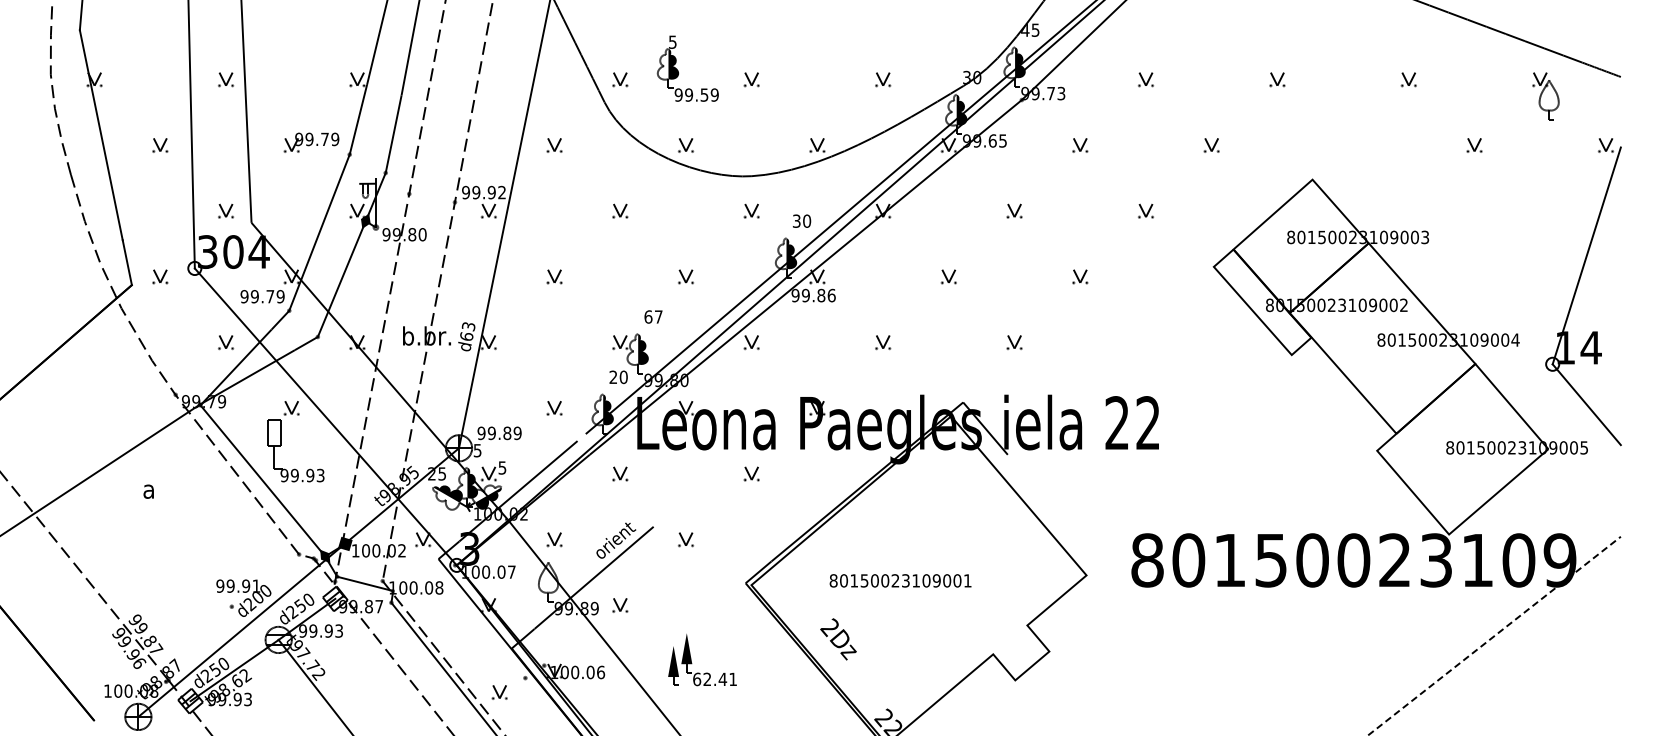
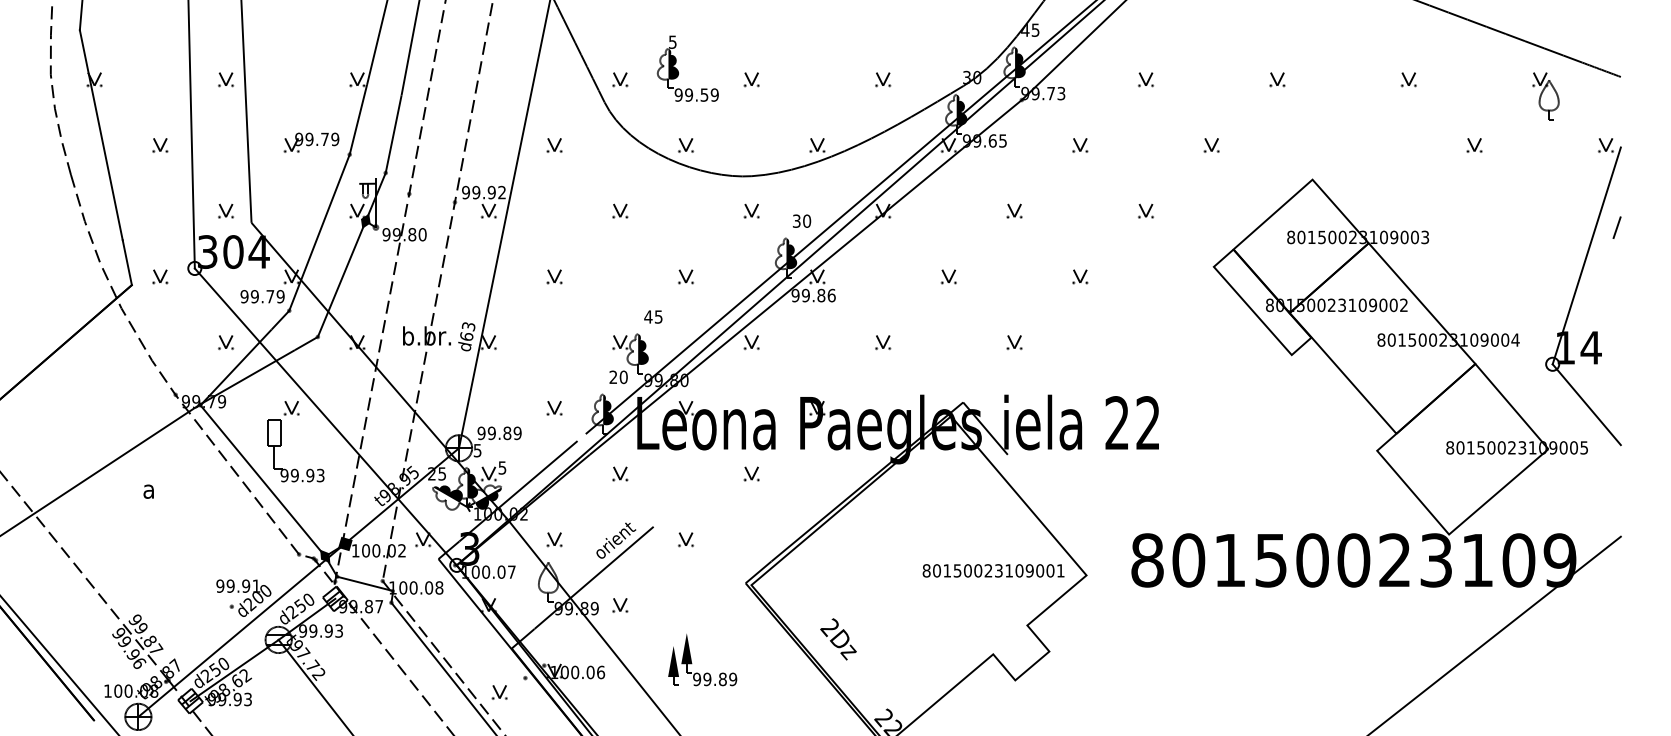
line at (1616, 227): none -> present
text at (653, 316): 67 -> 45
text at (900, 580) position: (900, 580) -> (993, 570)
line at (1494, 636): dashed -> solid
line at (59, 664): none -> present
text at (715, 679): 62.41 -> 99.89
